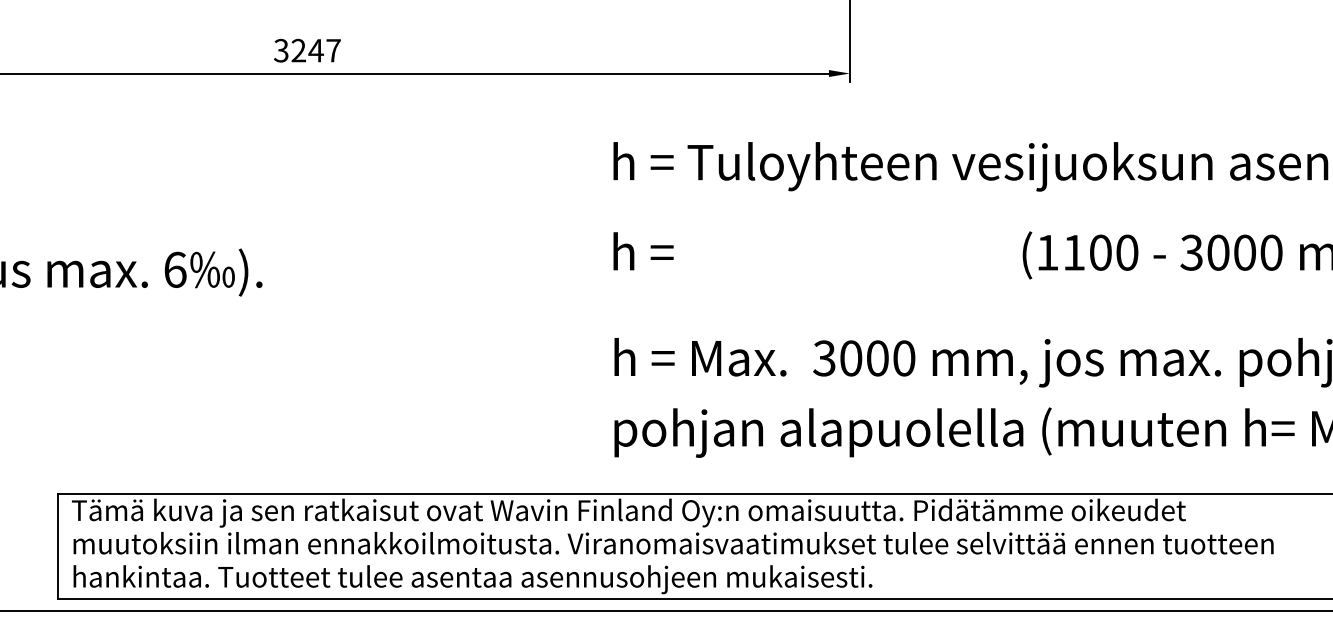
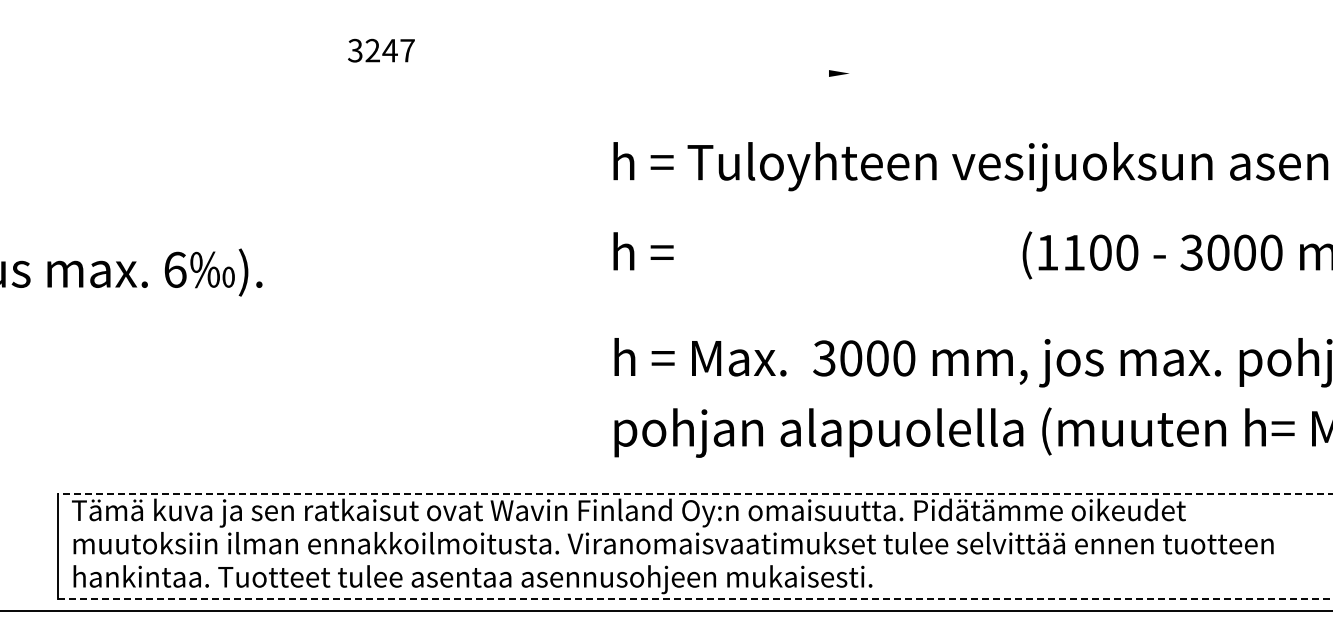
line at (849, 41): present -> none
text at (307, 50) position: (307, 50) -> (381, 50)
line at (415, 73): present -> none
line at (694, 494): solid -> dashed
line at (695, 598): solid -> dashed
